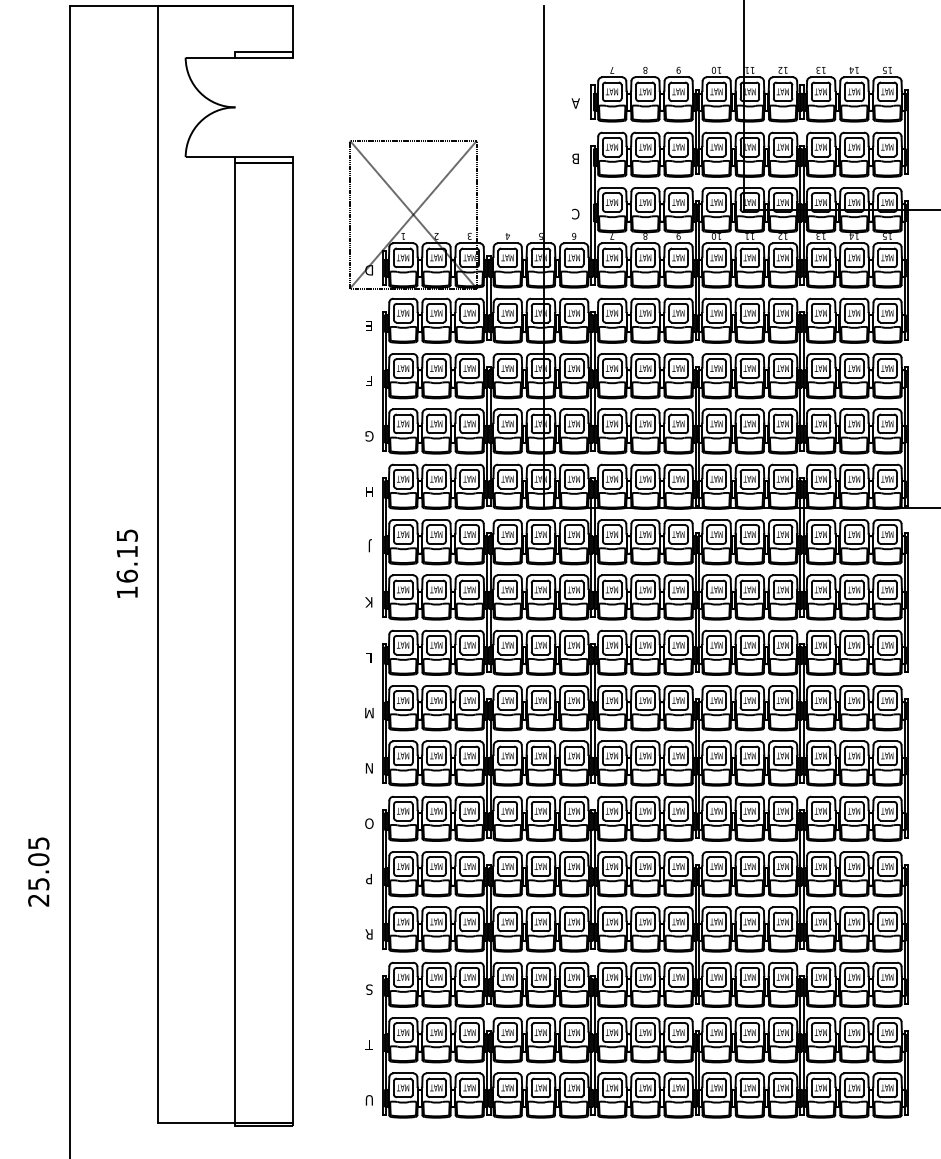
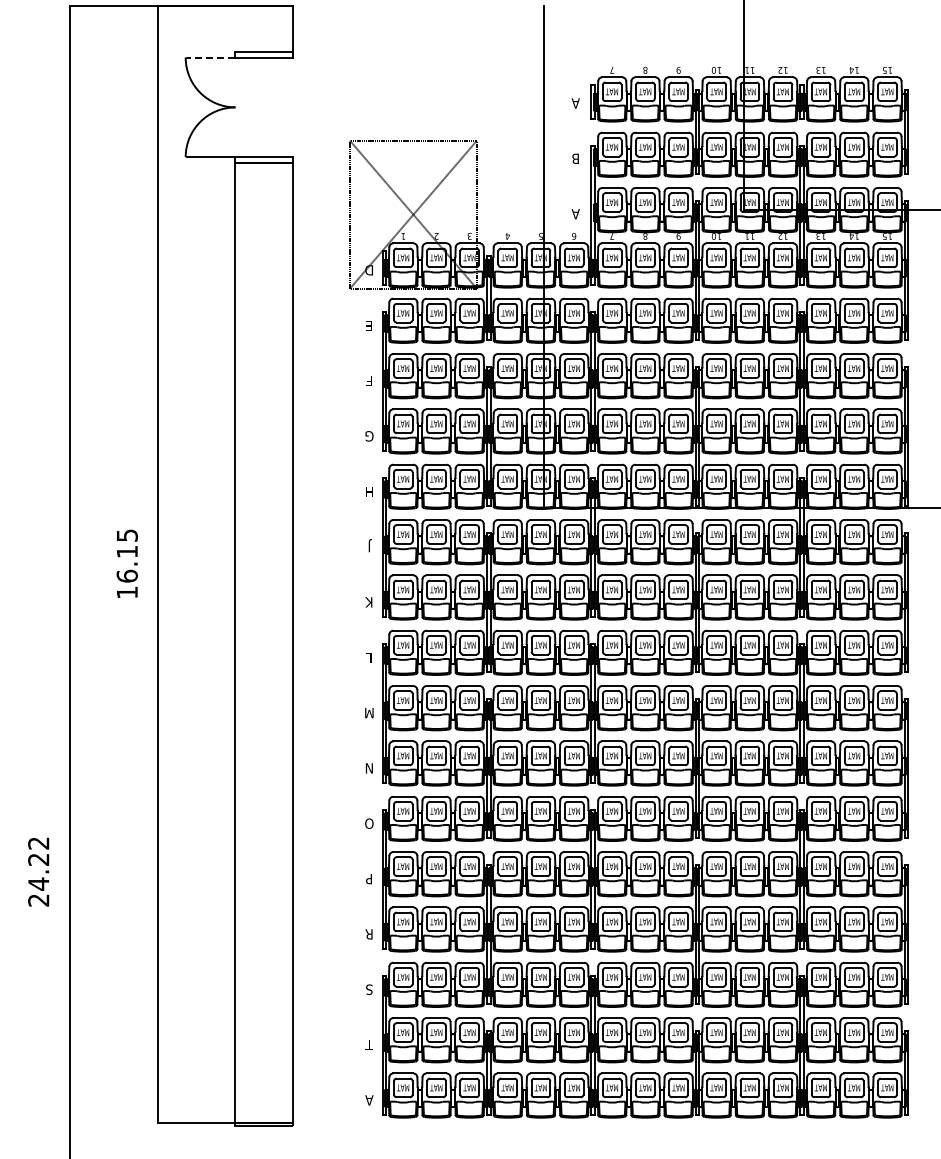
line at (210, 57): solid -> dashed
text at (575, 213): C -> A
text at (38, 863): 25.05 -> 24.22
text at (369, 1100): U -> A
